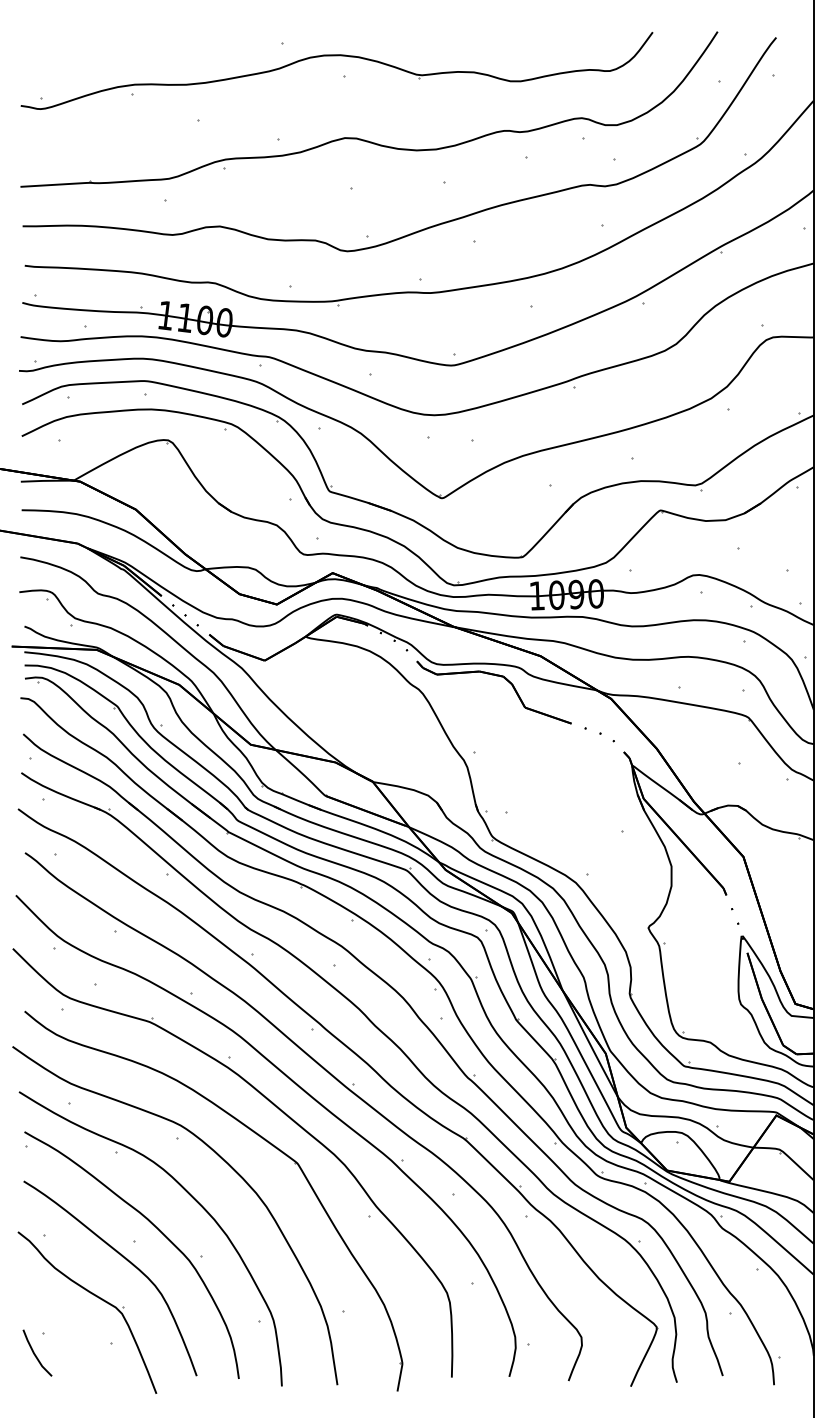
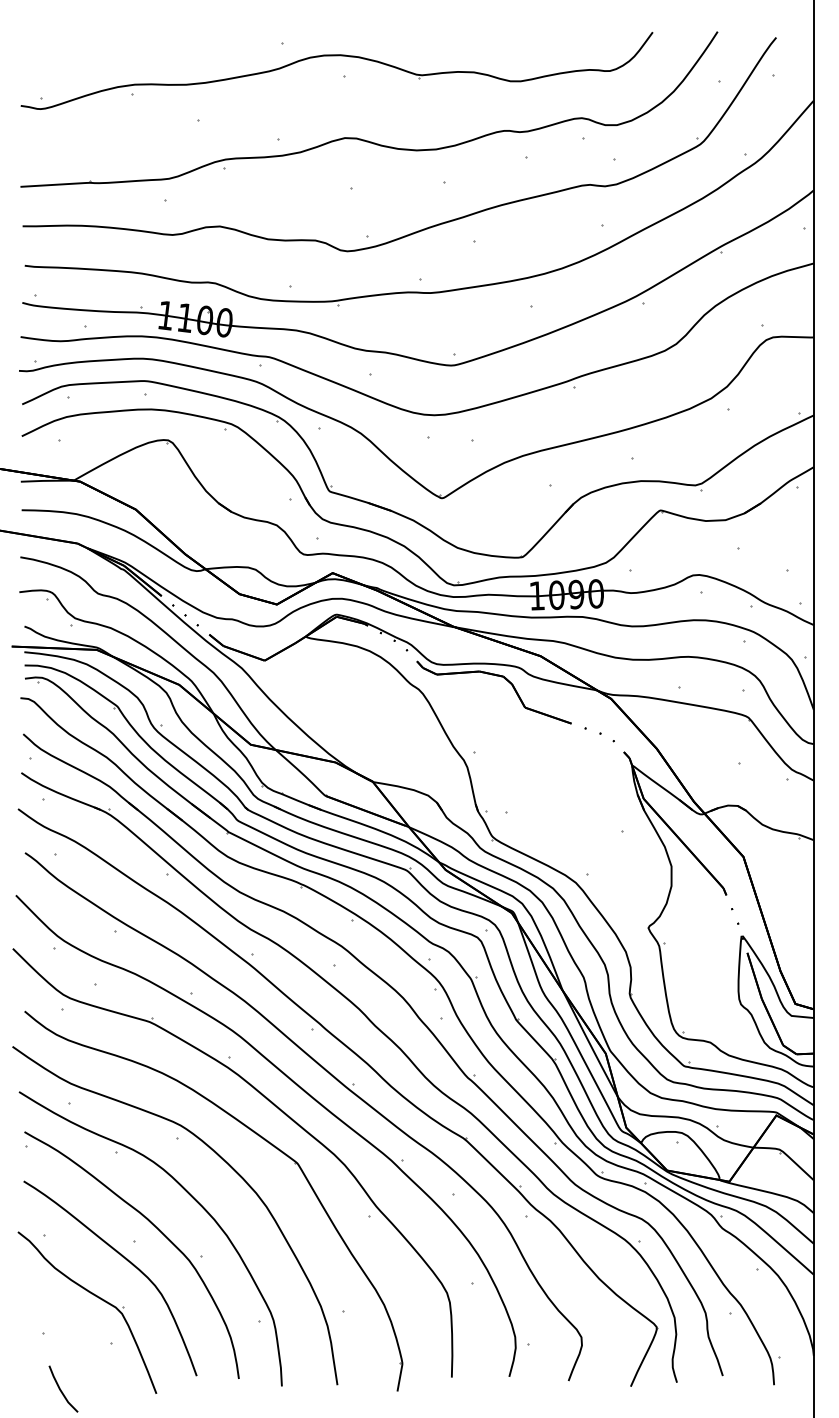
line at (35, 1353) position: (35, 1353) -> (61, 1389)
